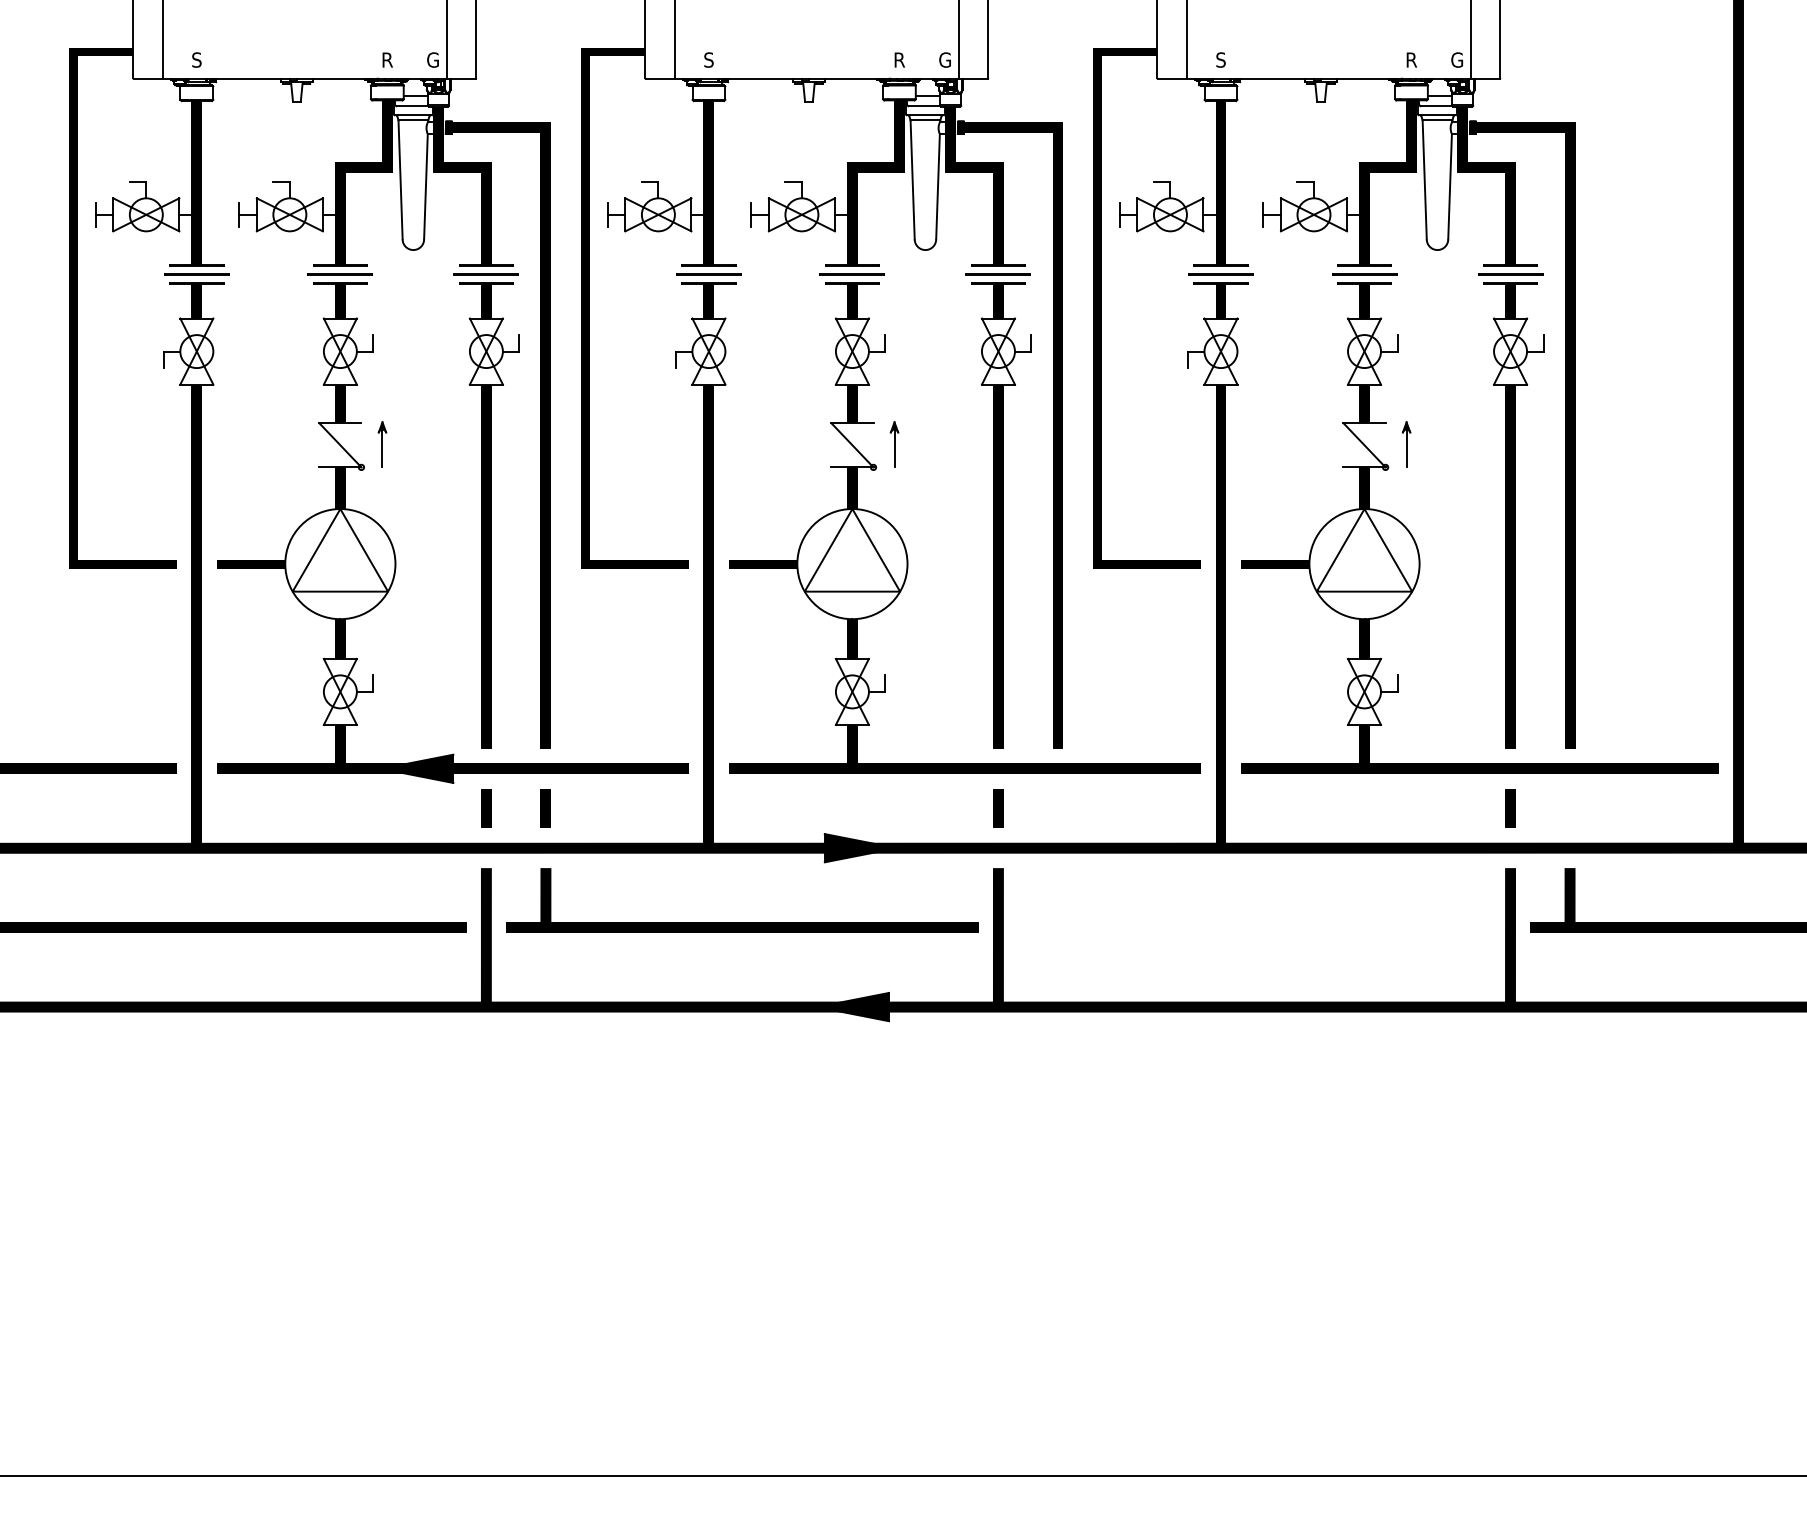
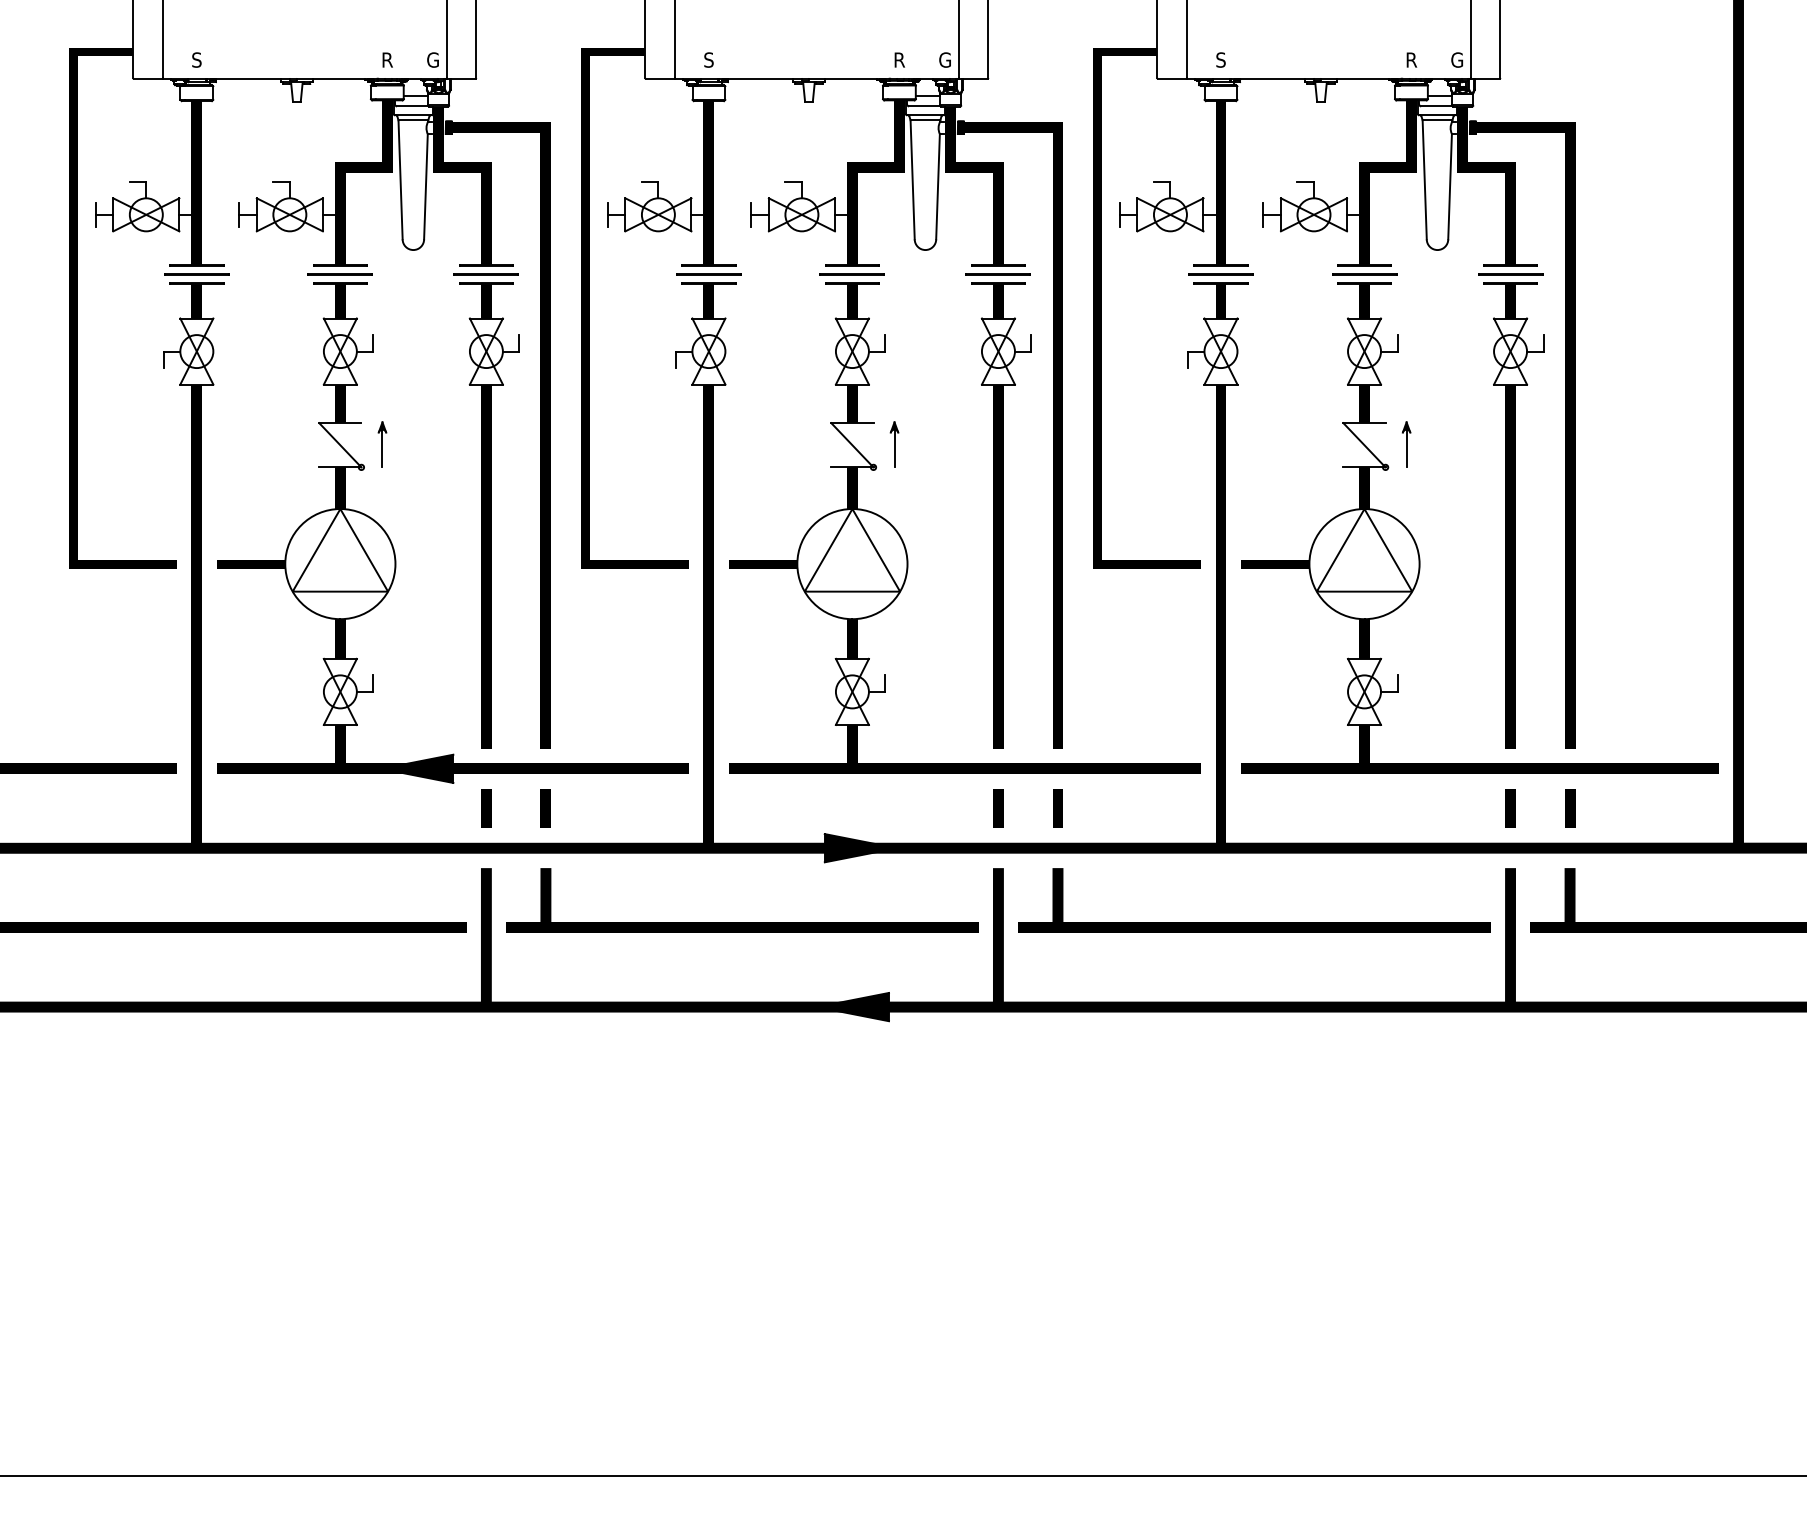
line at (1057, 808): none -> present
line at (1570, 808): none -> present
part at (1254, 922): none -> present
